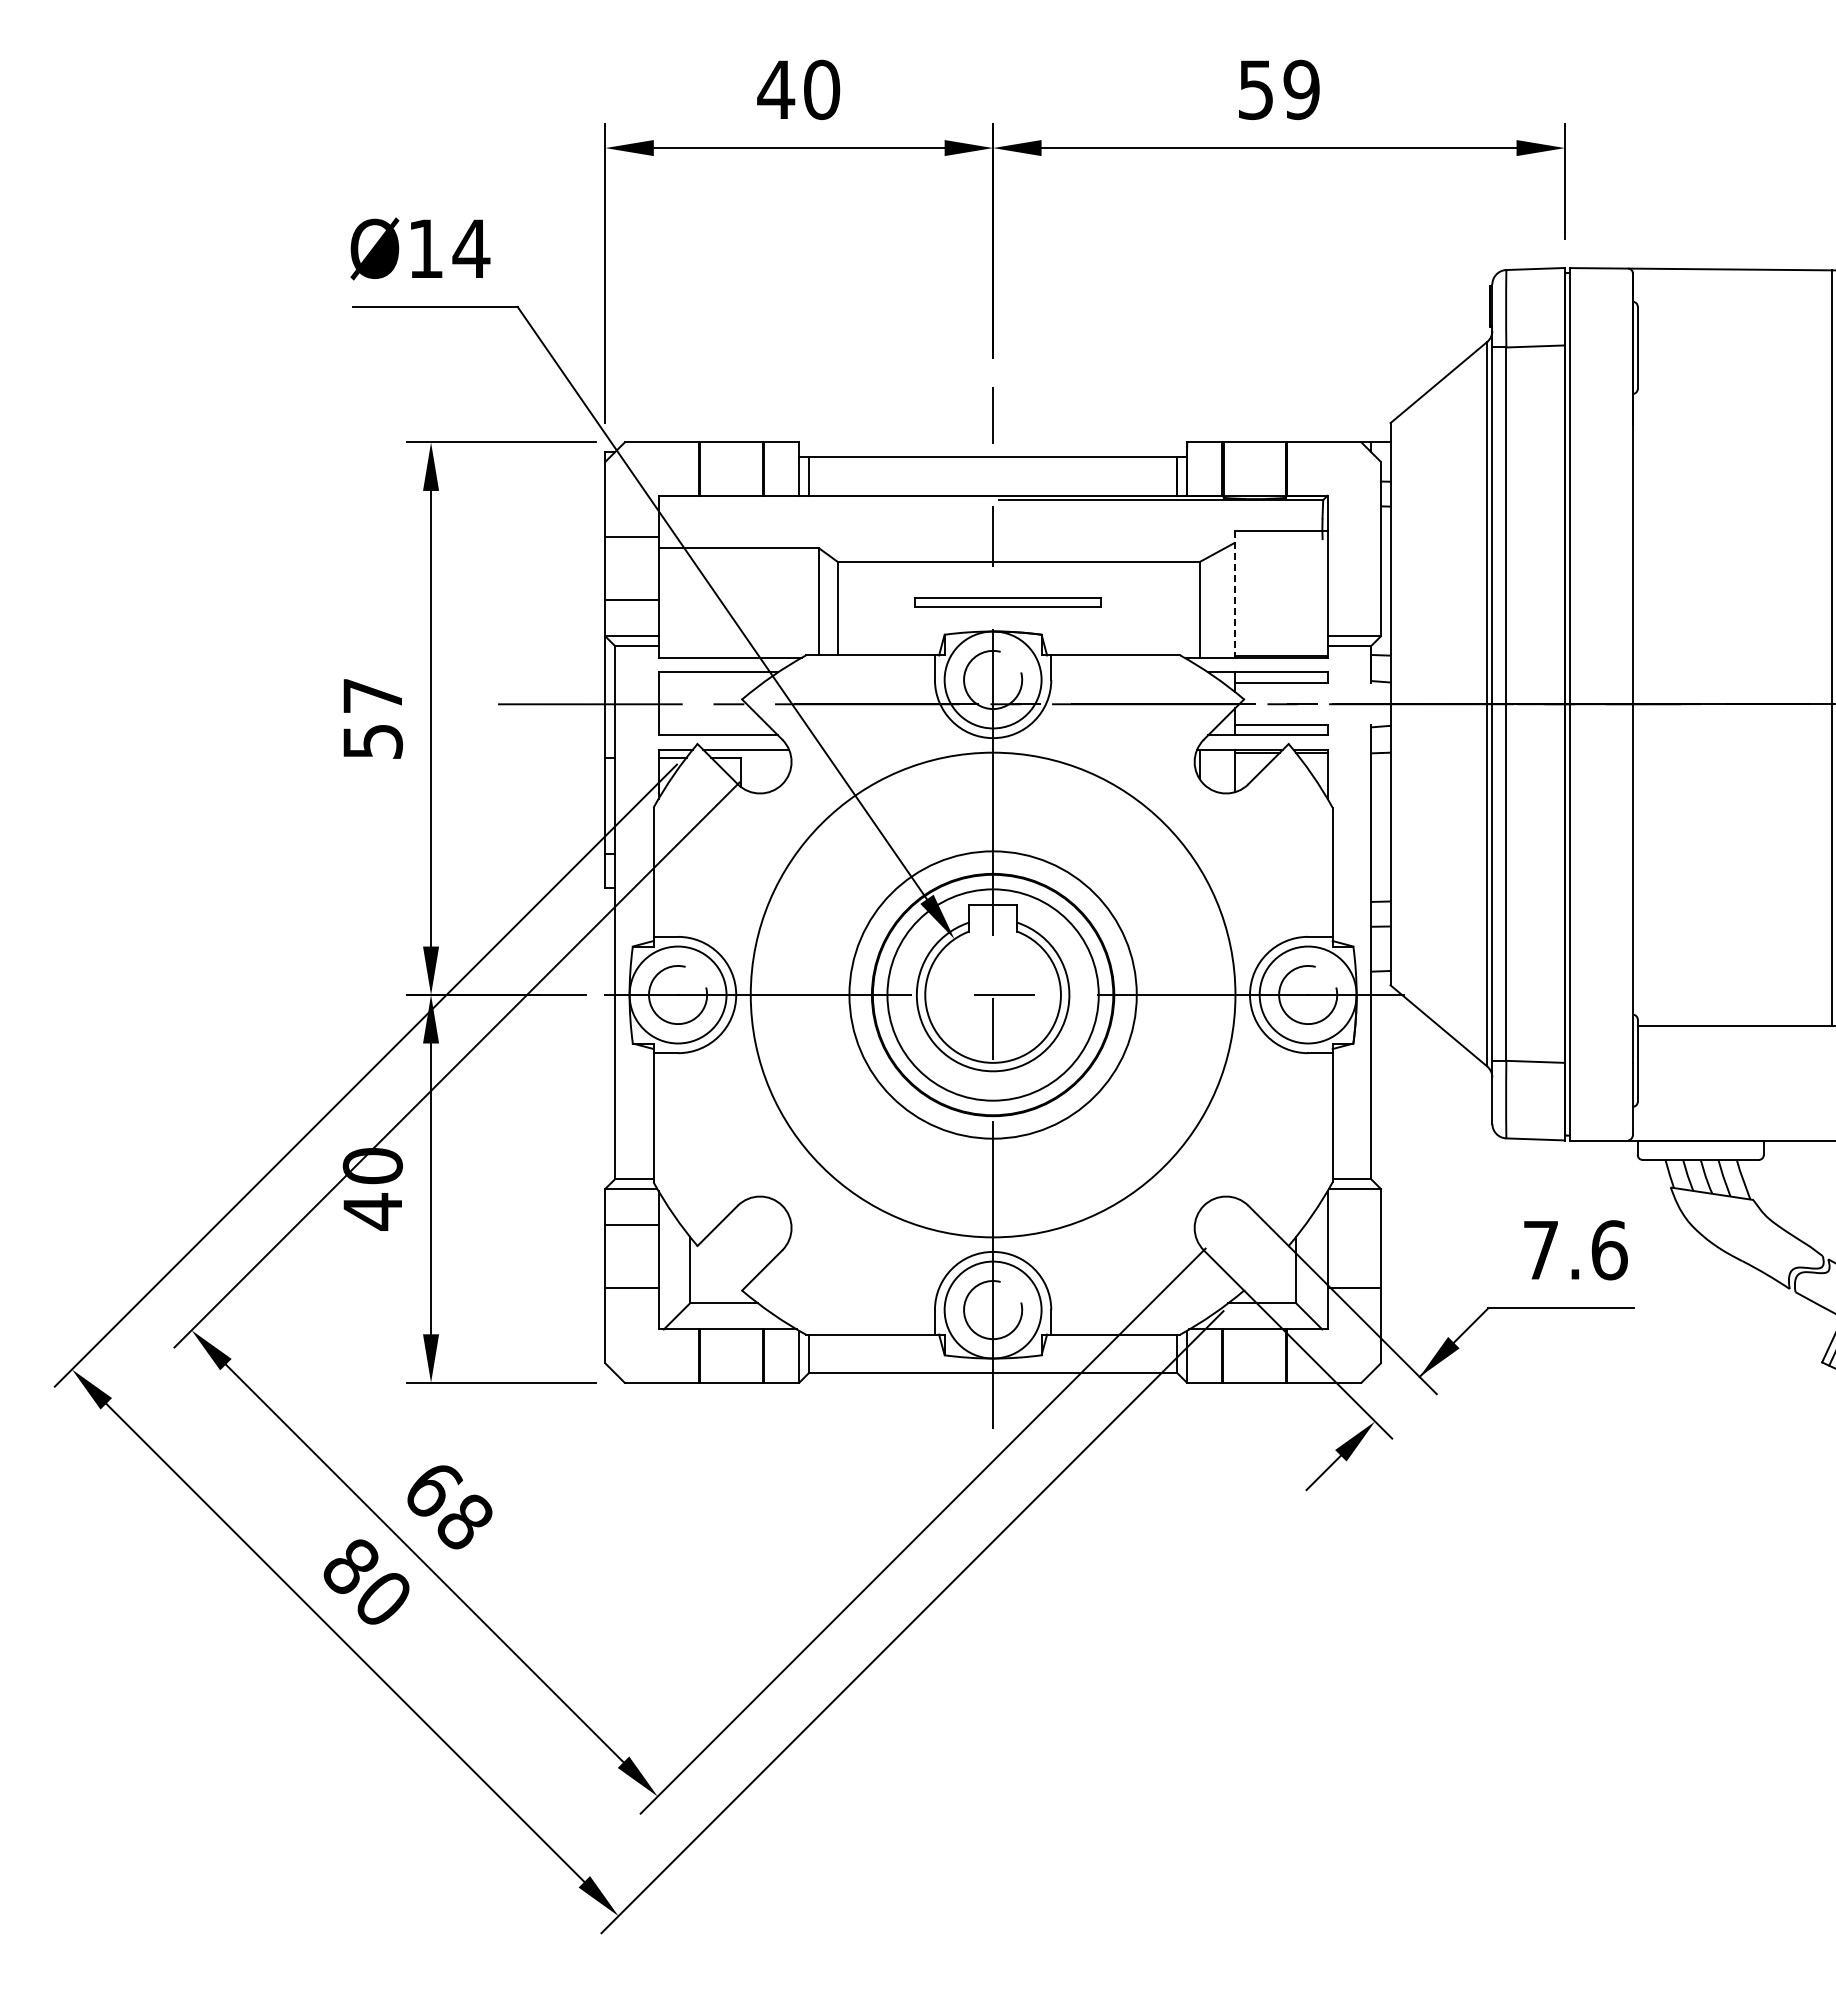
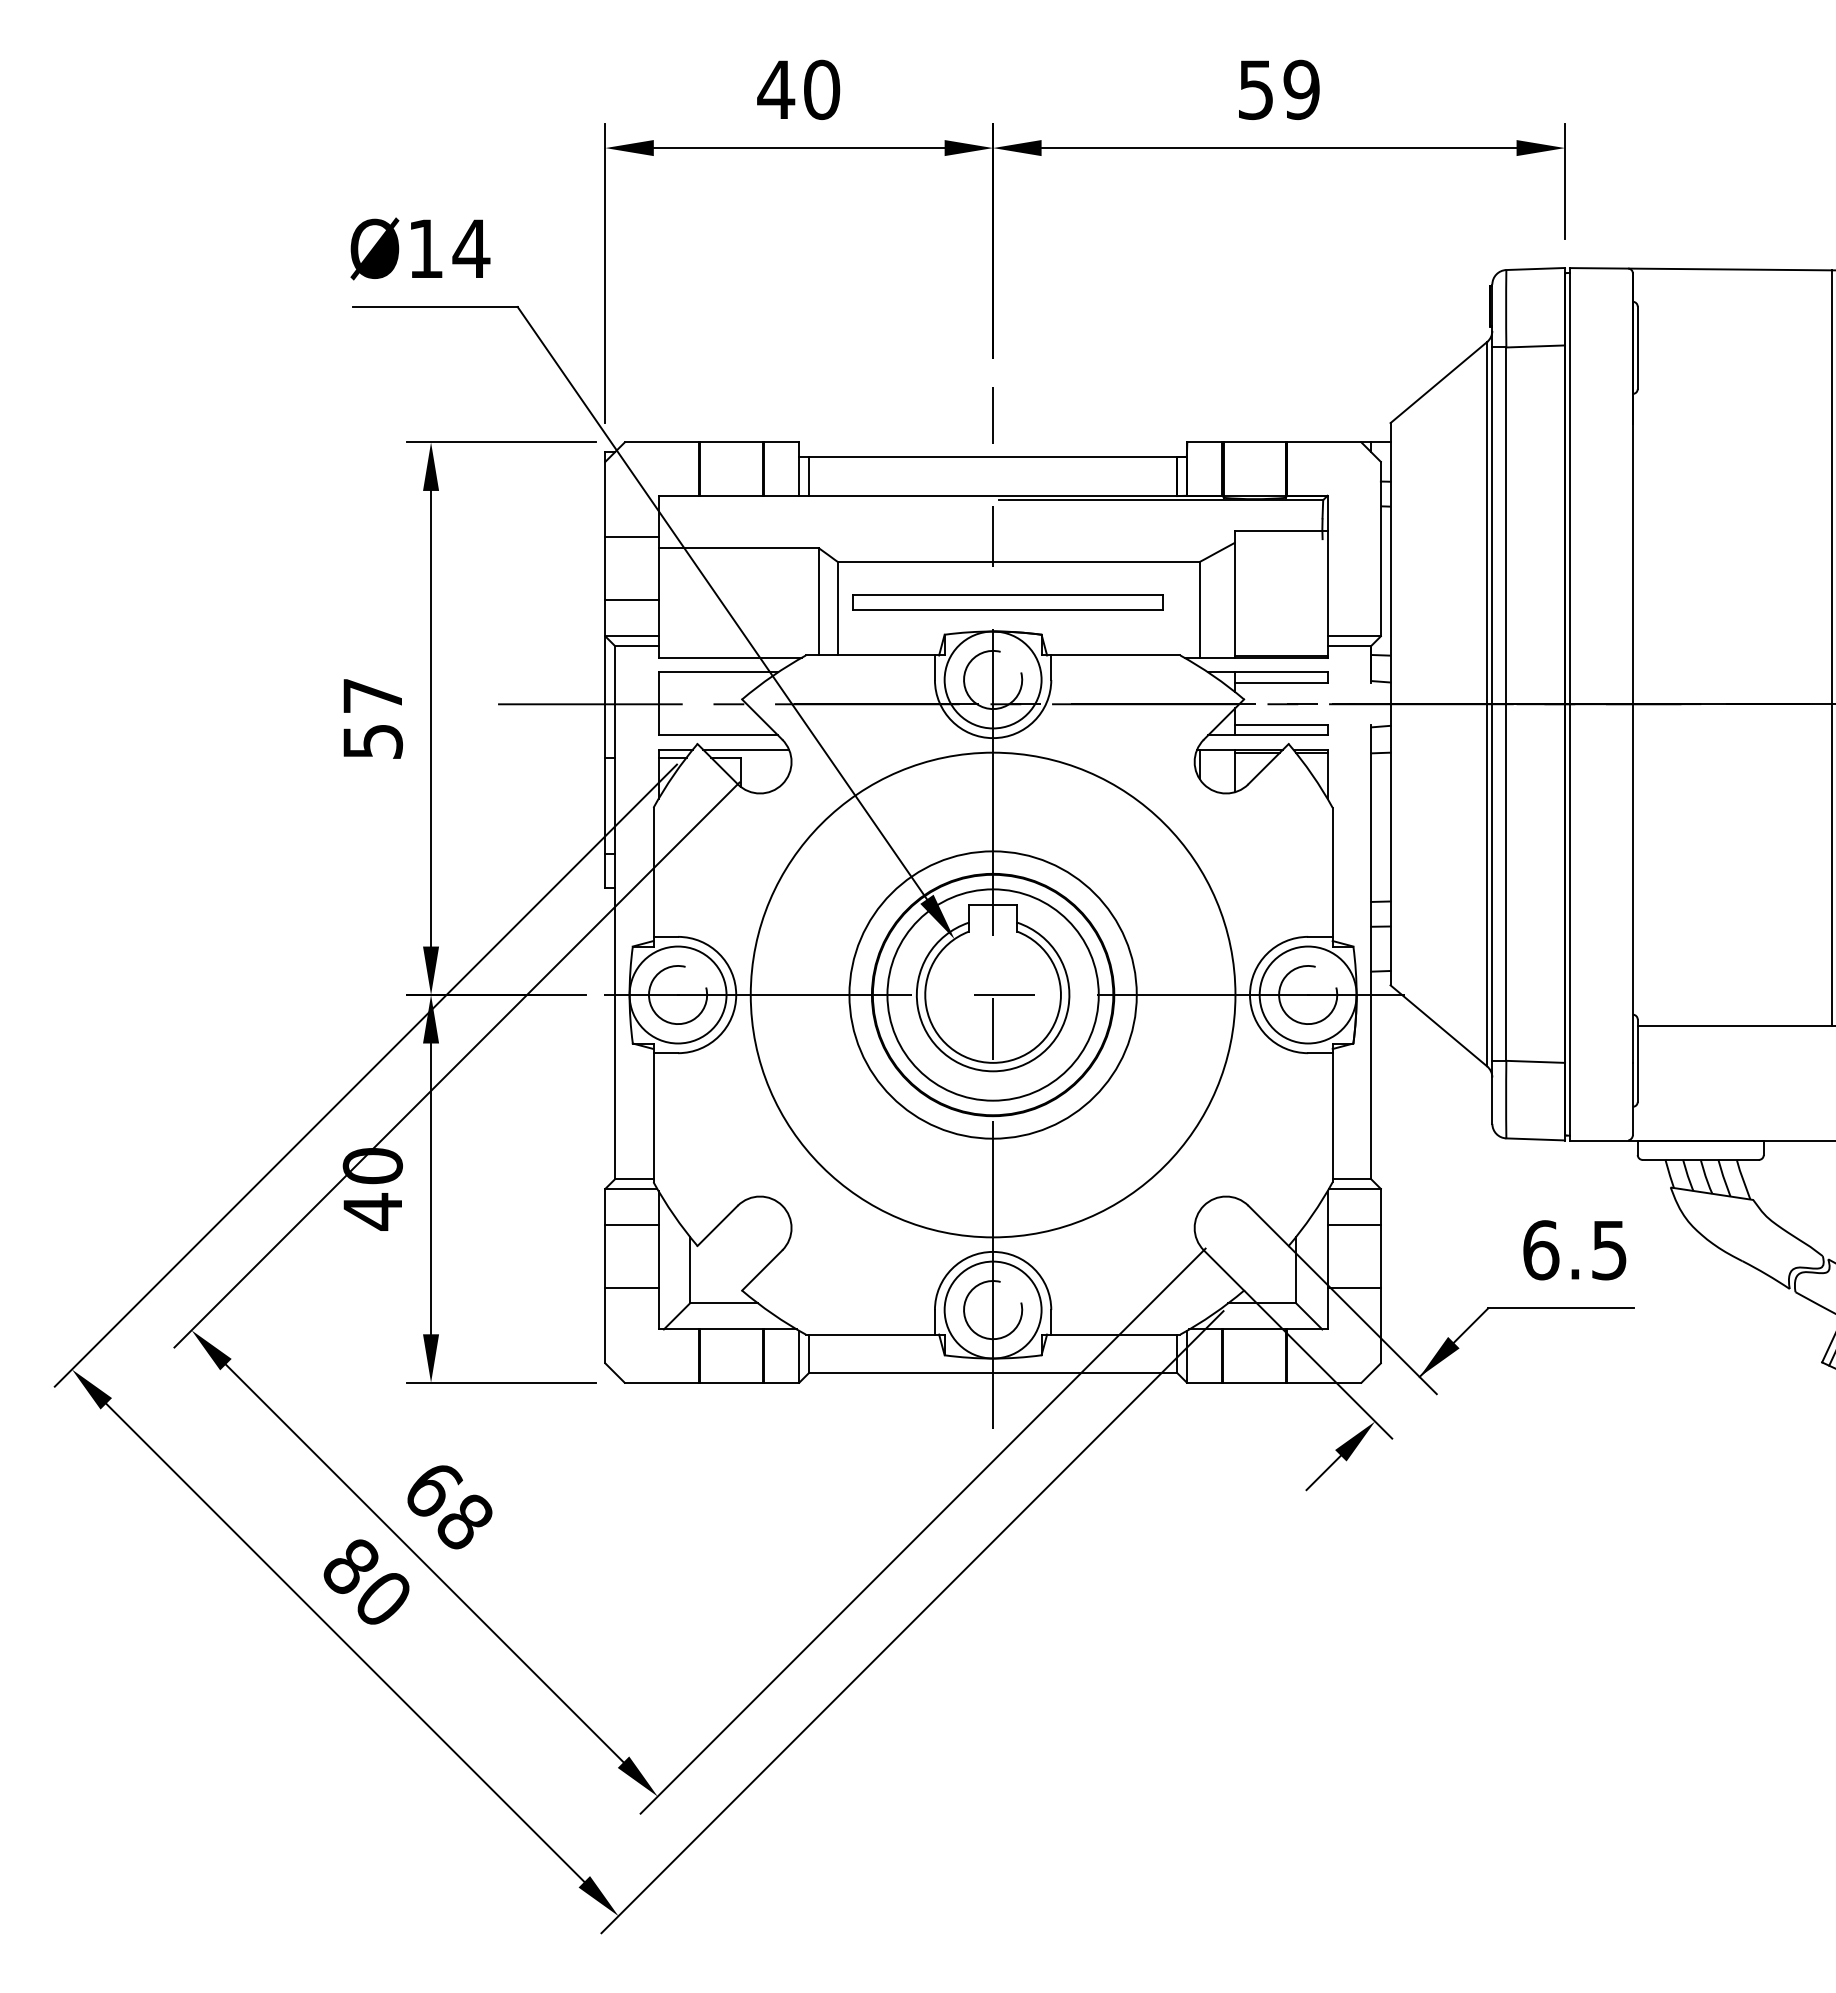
line at (1235, 594): dashed -> solid
part at (1007, 602) size: 188x11 px -> 312x17 px
line at (1353, 1225): none -> present
text at (1575, 1250): 7.6 -> 6.5
